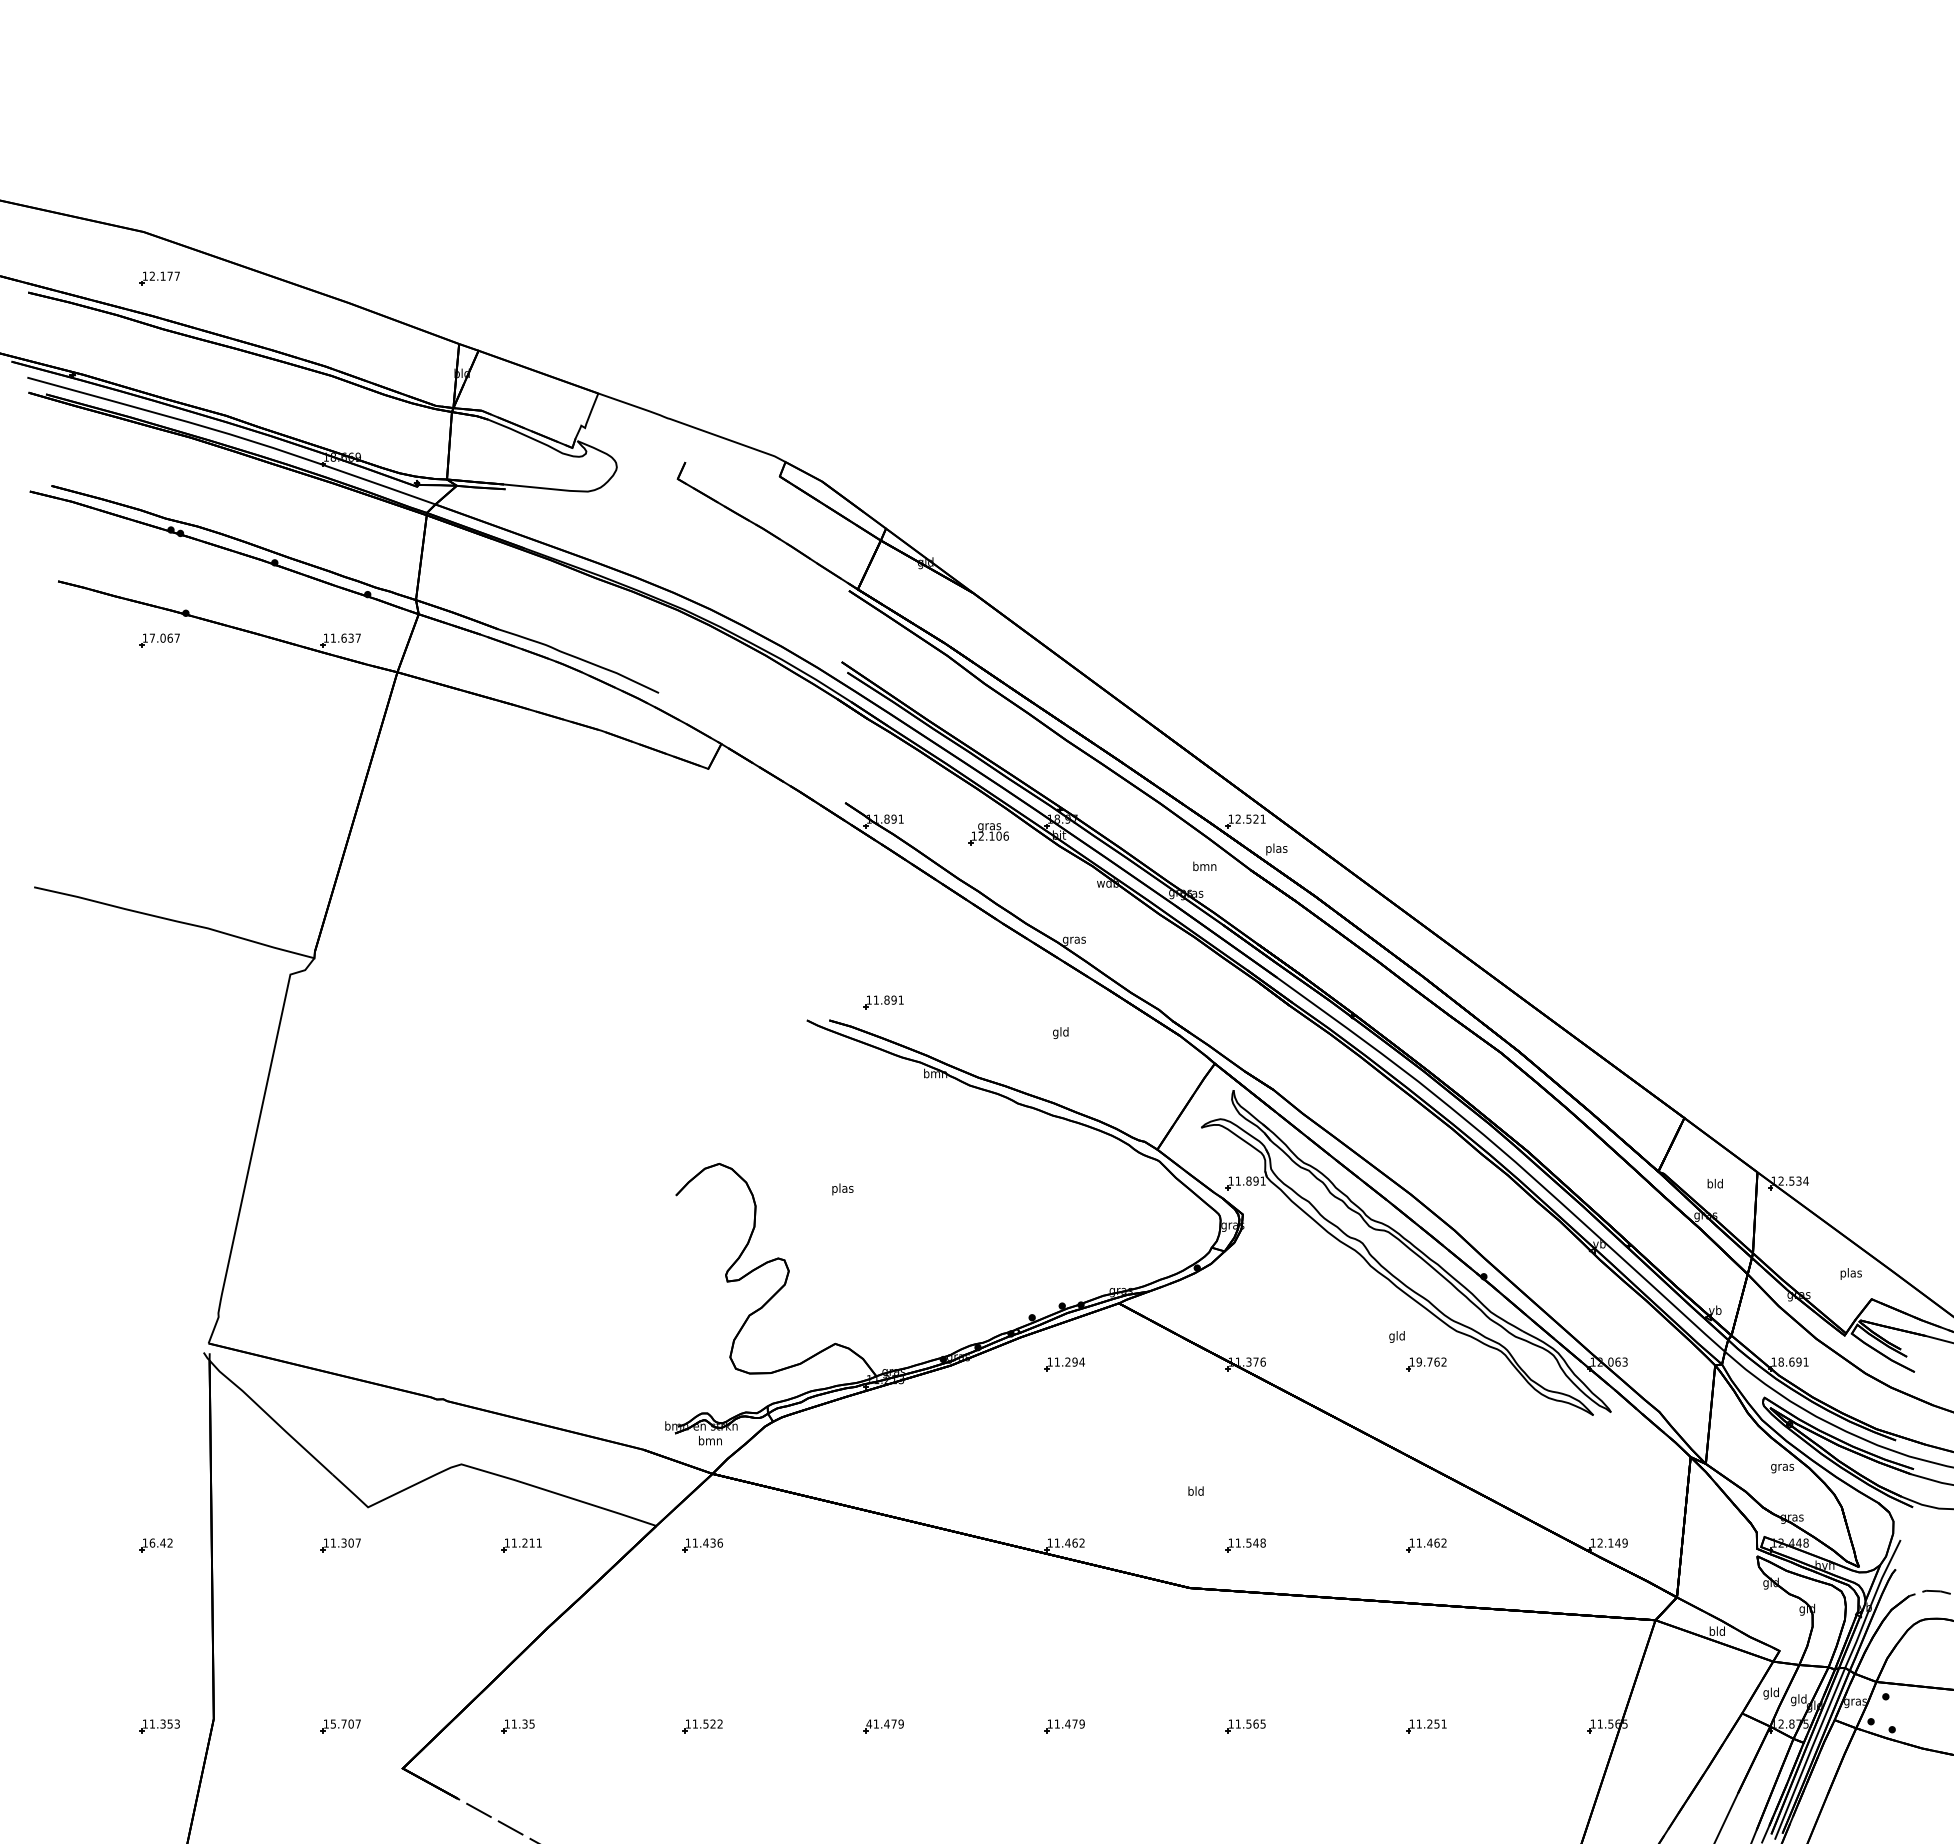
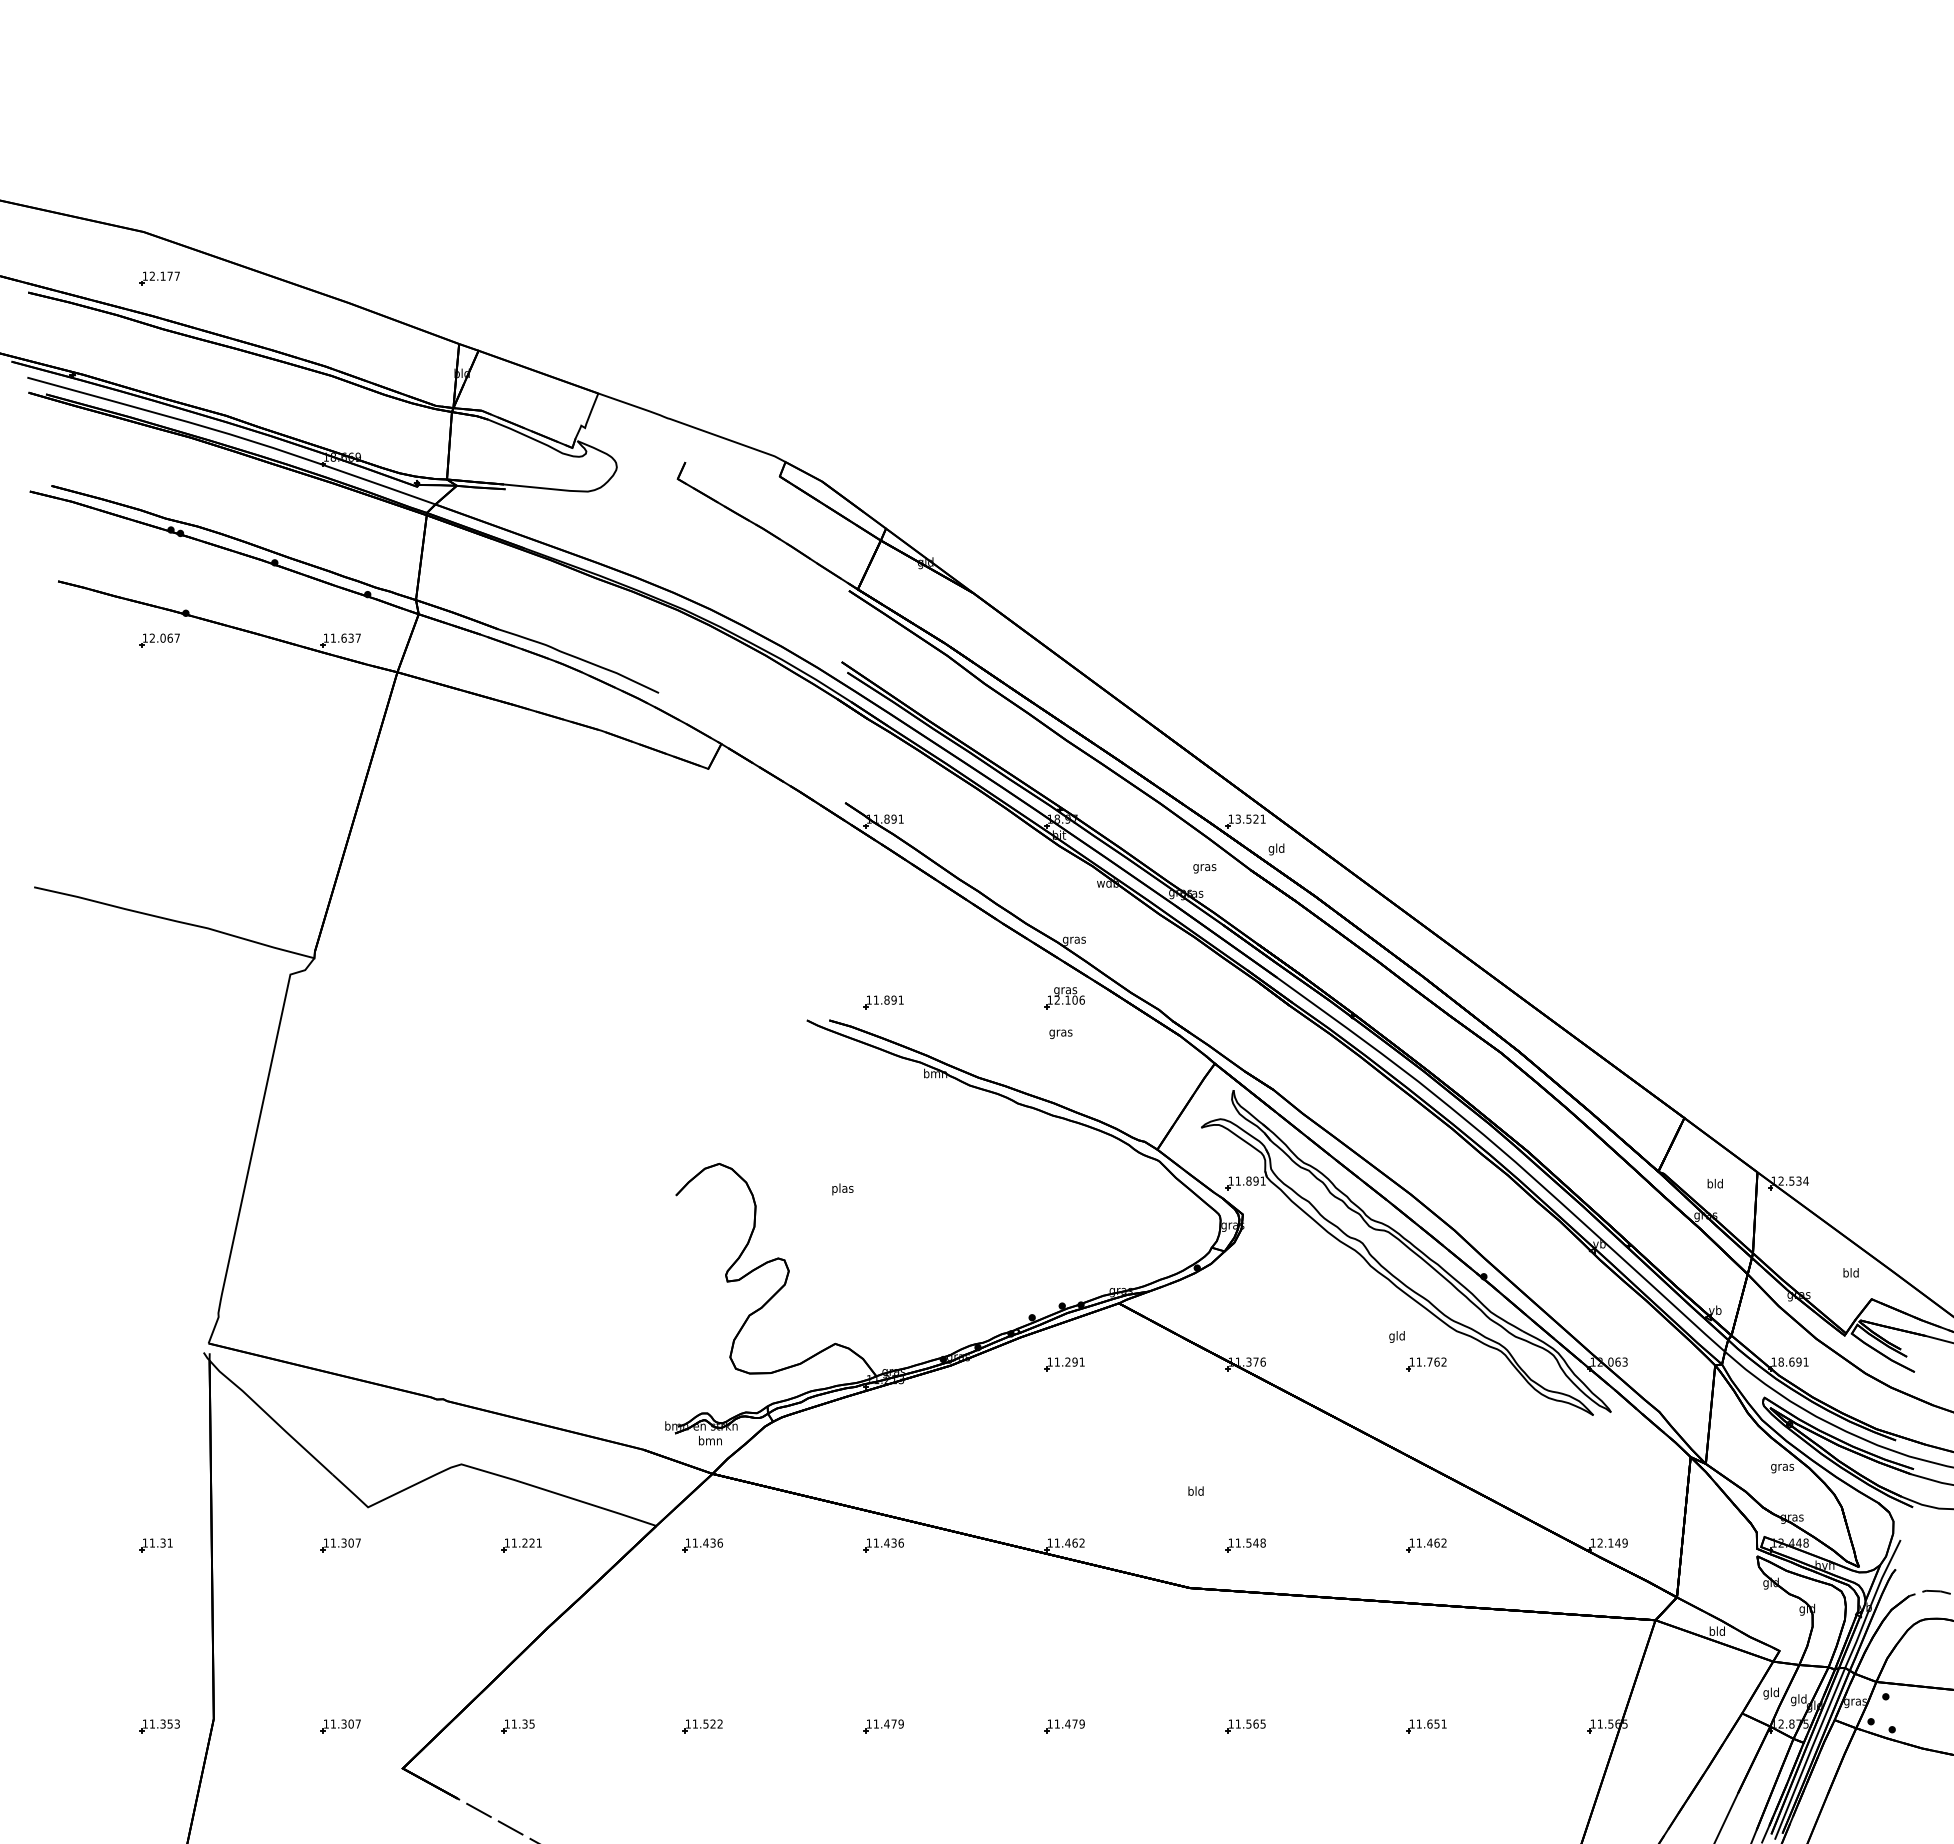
text at (151, 637): 17.067 -> 12.067
text at (1237, 819): 12.521 -> 13.521
part at (988, 834) position: (988, 834) -> (1064, 998)
text at (1276, 849): plas -> gld
text at (1204, 867): bmn -> gras
text at (1060, 1033): gld -> gras
text at (1850, 1273): plas -> bld
text at (1081, 1361): 11.294 -> 11.291
text at (1418, 1361): 19.762 -> 11.762
text at (160, 1542): 16.42 -> 11.31
text at (531, 1542): 11.211 -> 11.221
part at (883, 1545): none -> present
text at (338, 1723): 15.707 -> 11.307
text at (869, 1723): 41.479 -> 11.479
text at (1429, 1723): 11.251 -> 11.651
